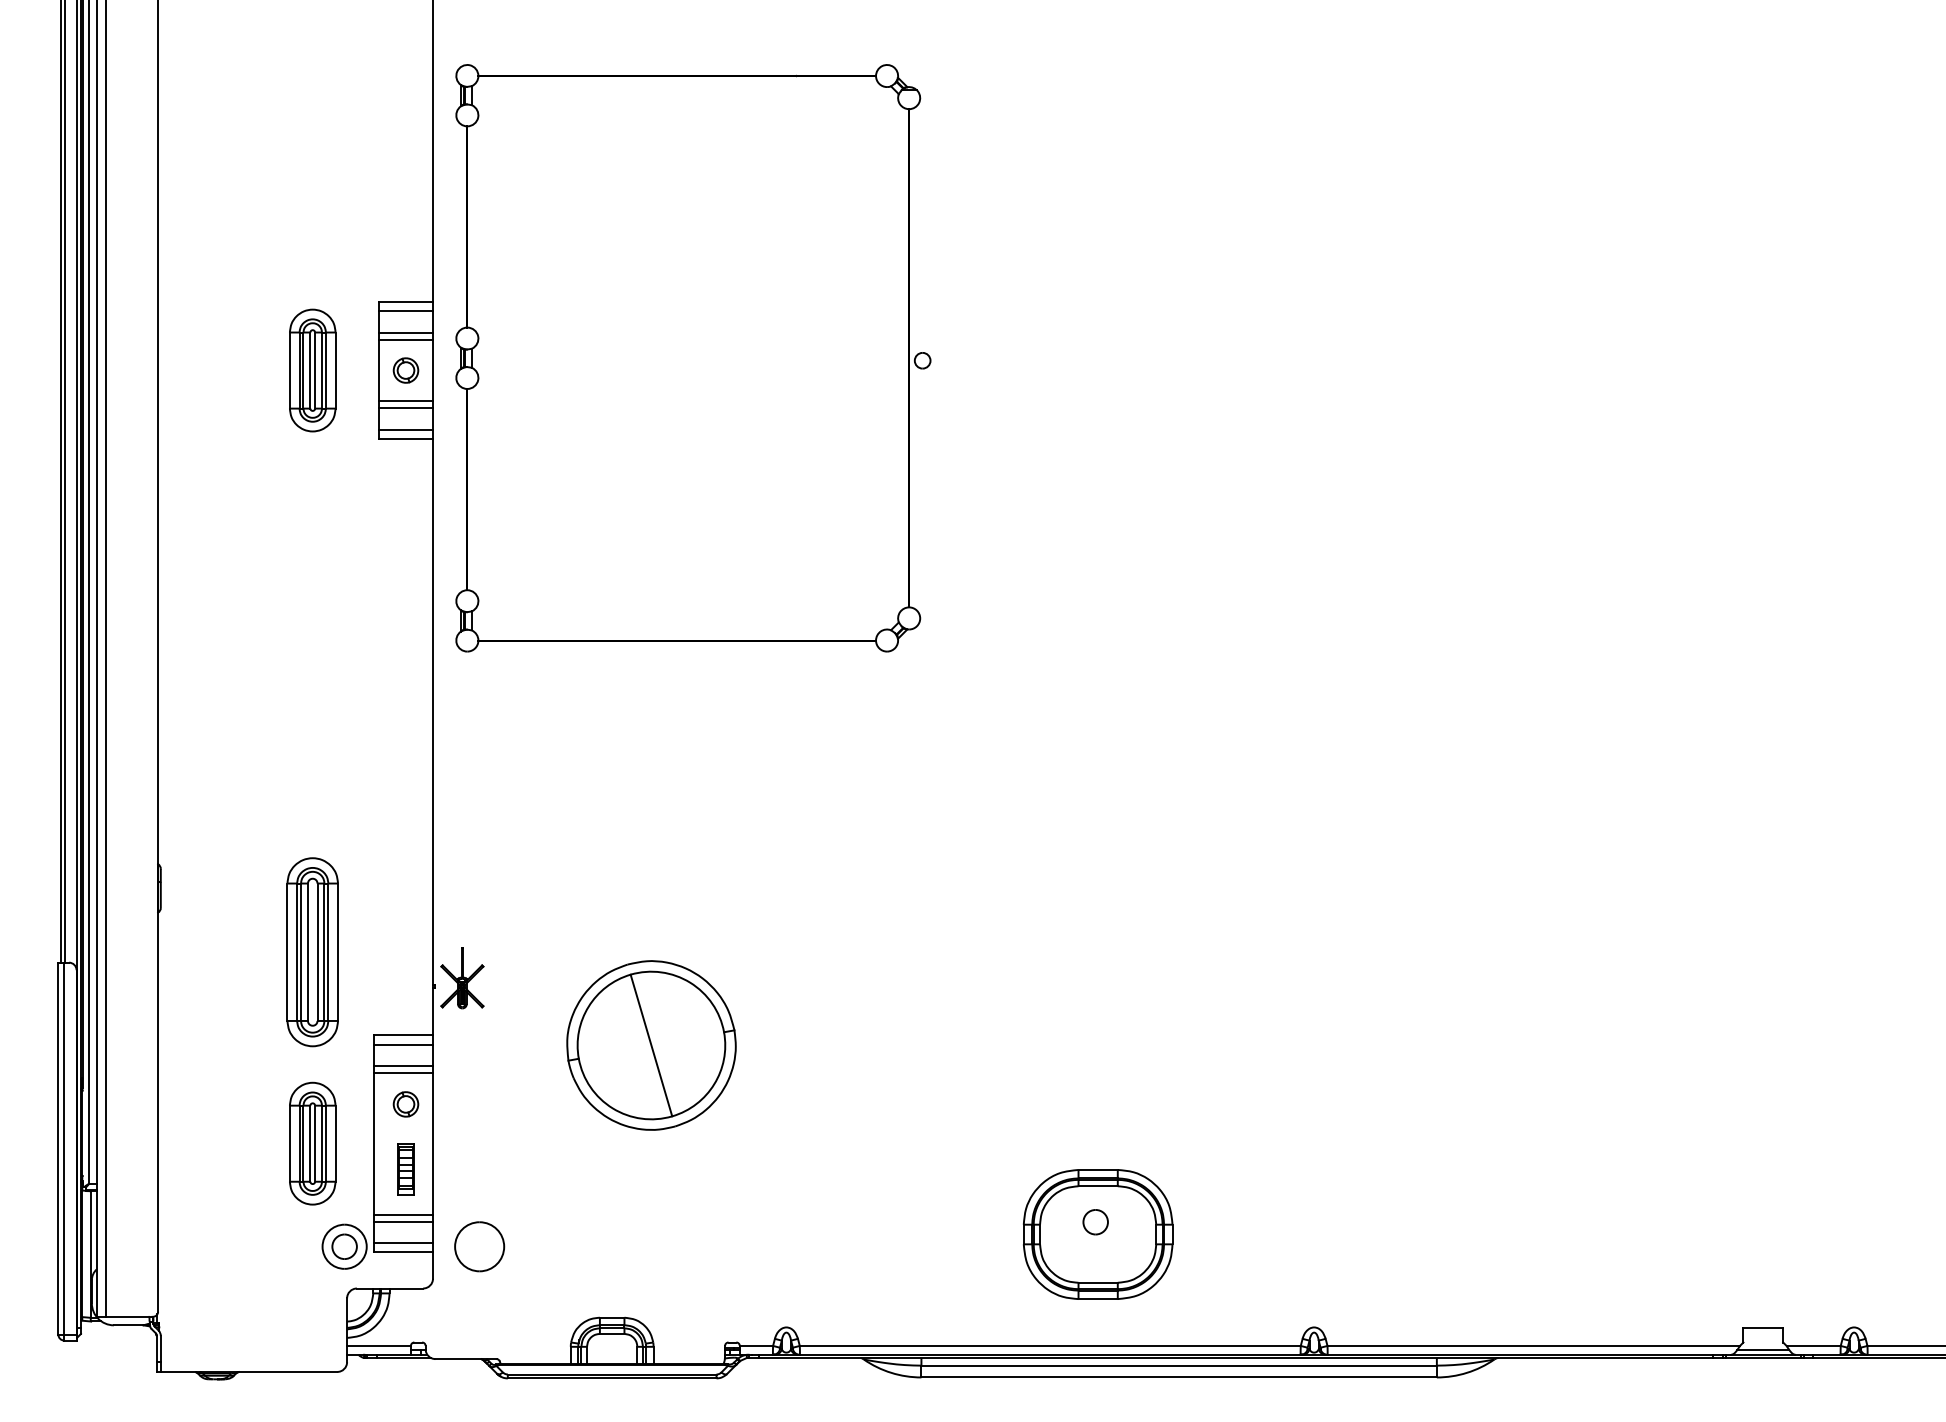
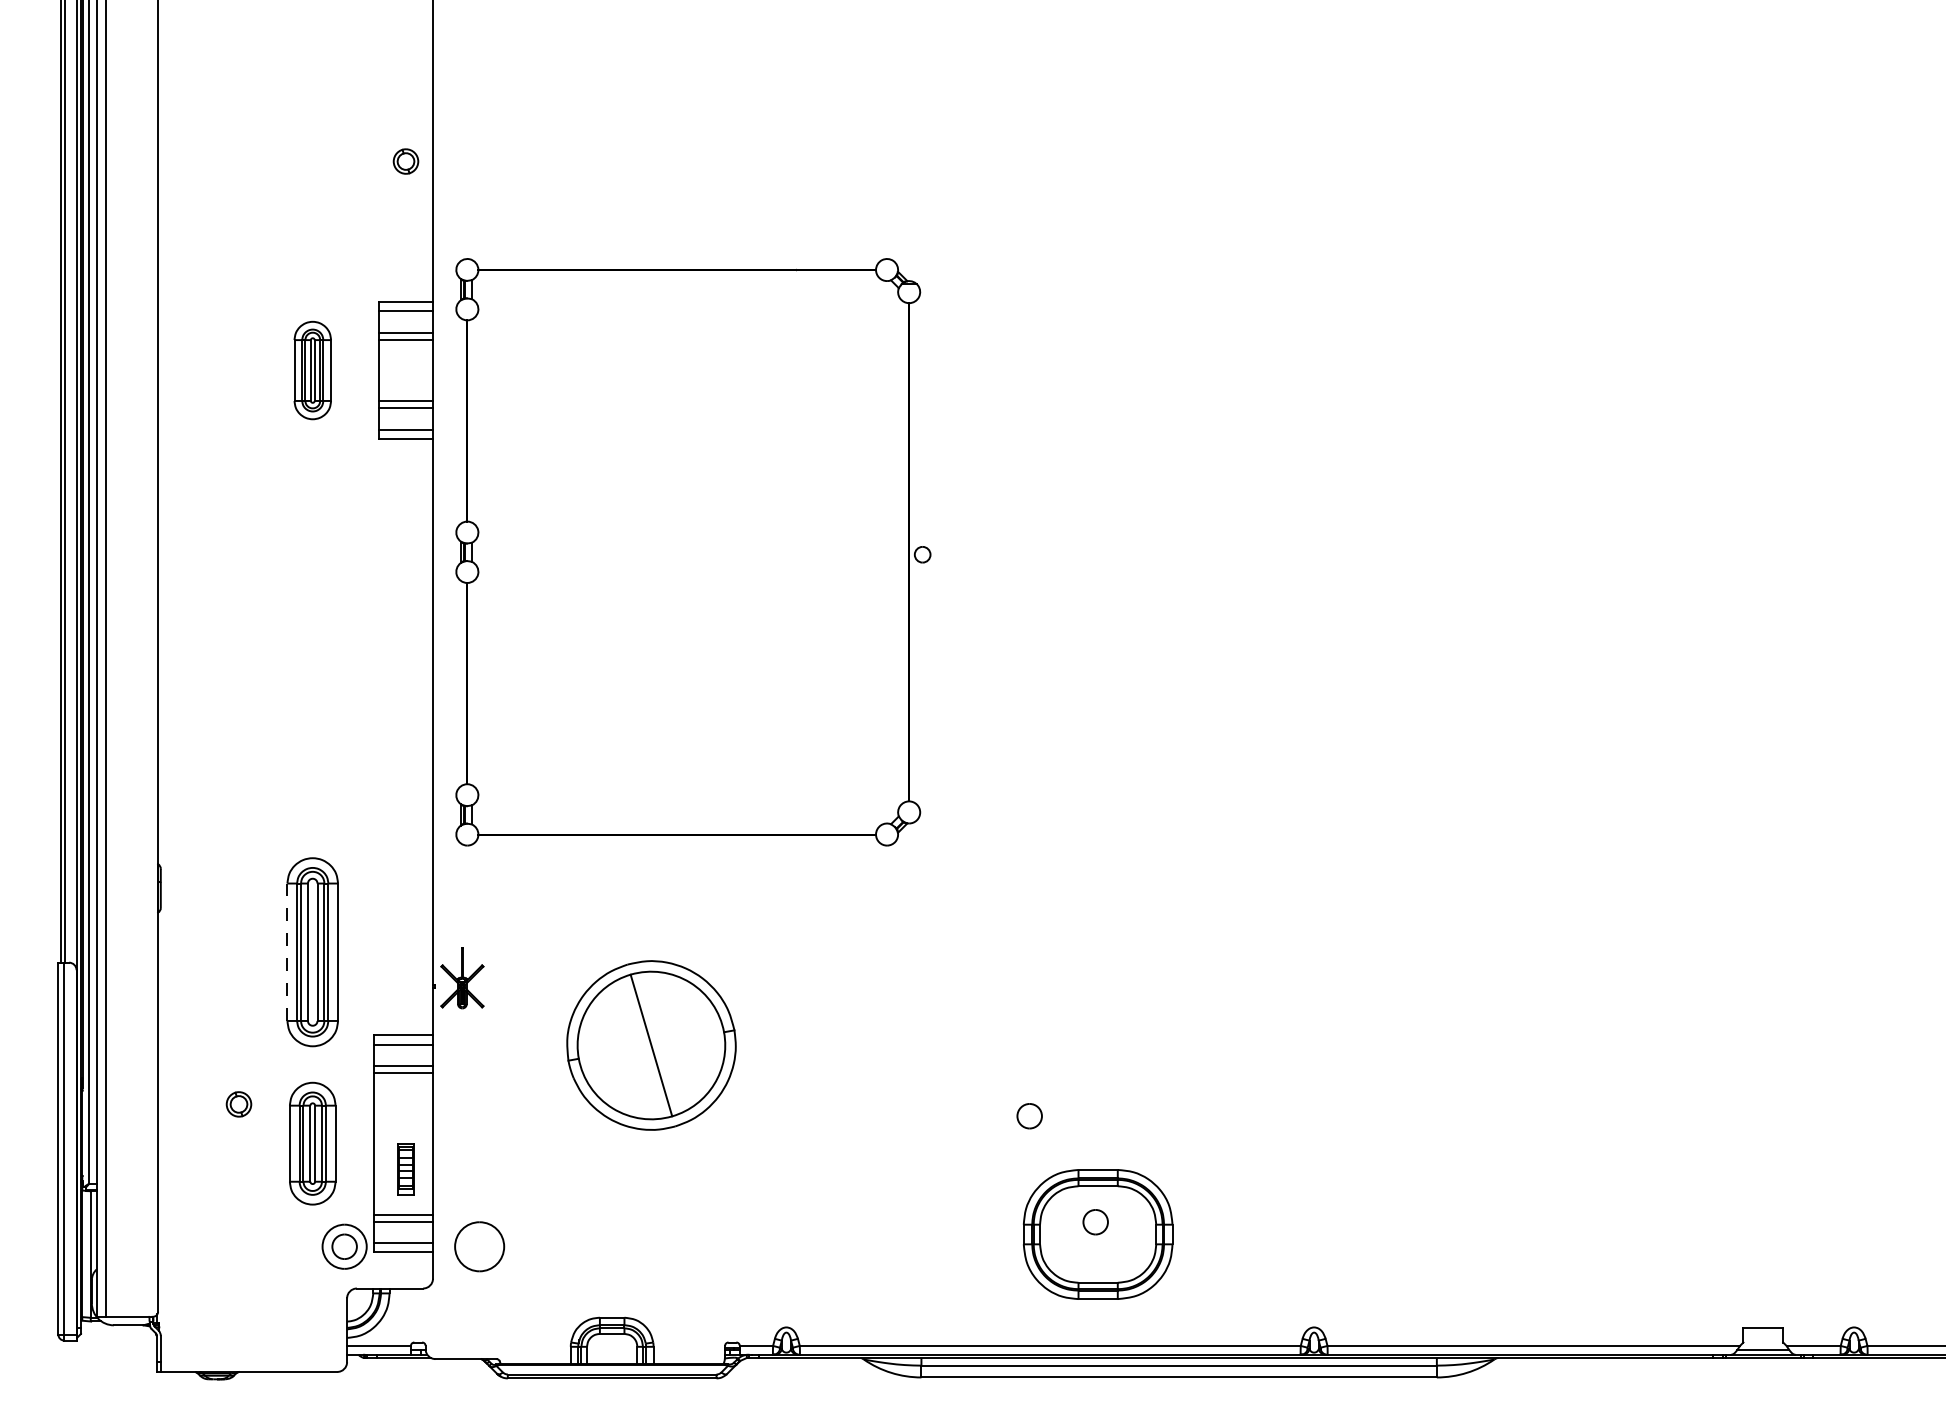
part at (693, 358) position: (693, 358) -> (693, 552)
part at (312, 370) size: 48x125 px -> 39x101 px
part at (405, 370) position: (405, 370) -> (405, 161)
line at (287, 952): solid -> dashed
part at (405, 1104) position: (405, 1104) -> (238, 1104)
part at (1029, 1116): none -> present
